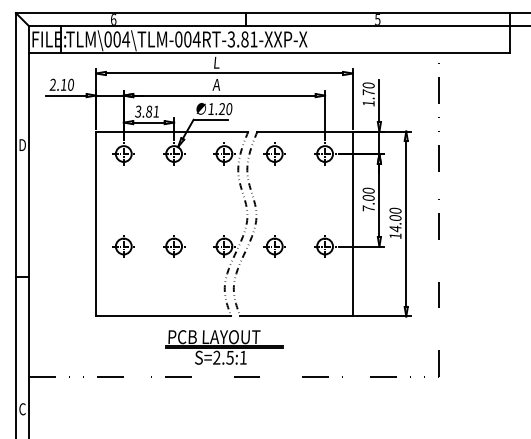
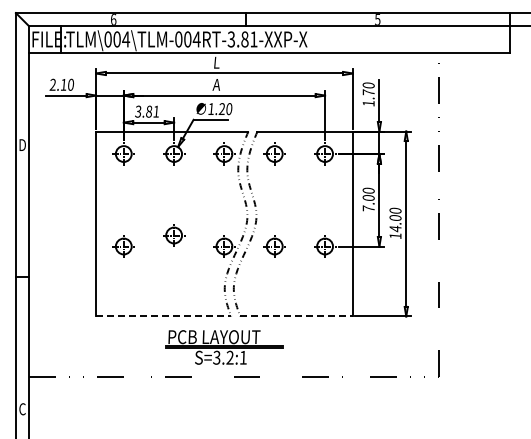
part at (174, 246) position: (174, 246) -> (174, 235)
line at (163, 316): solid -> dashed
line at (297, 316): solid -> dashed
text at (223, 357): S=2.5:1 -> S=3.2:1
